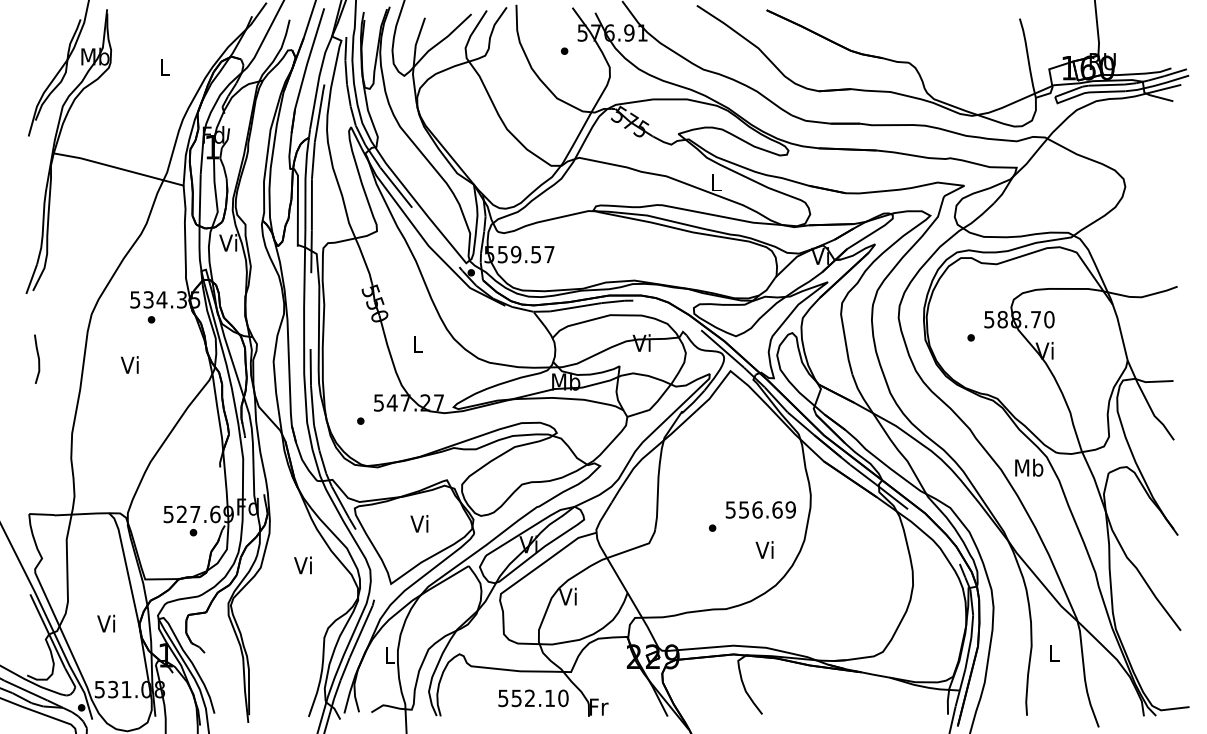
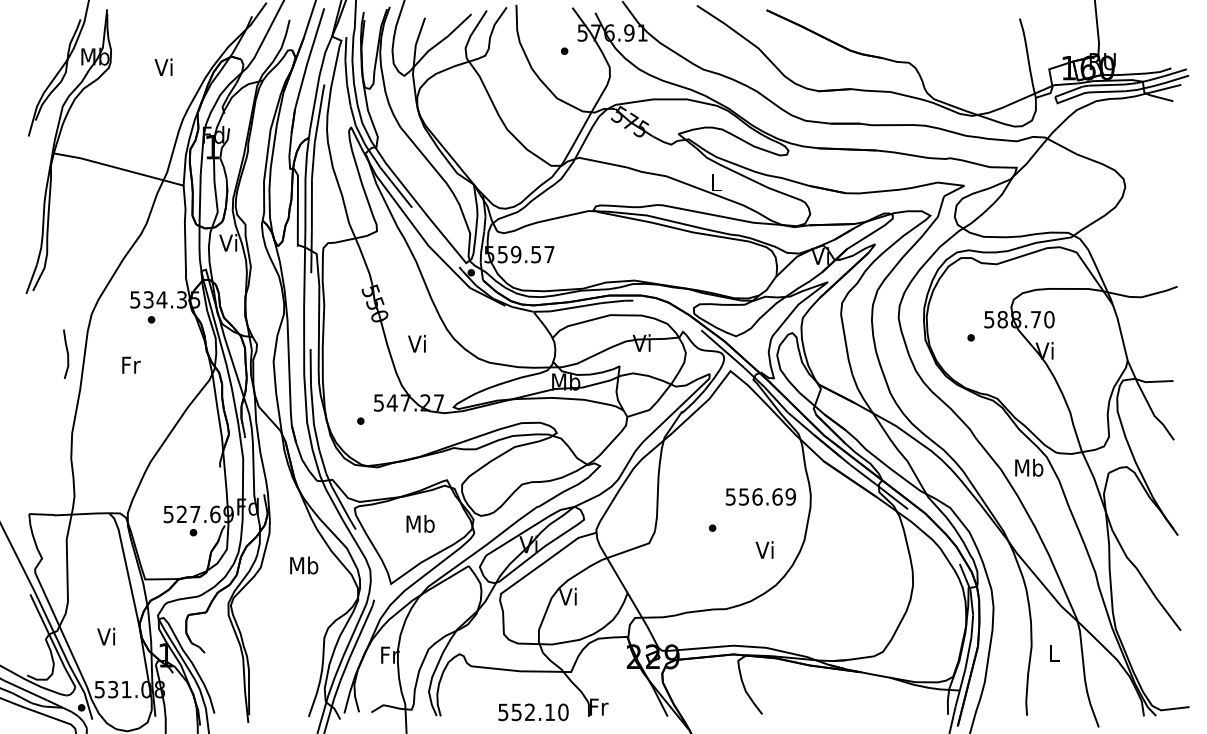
text at (163, 66): L -> Vi
text at (416, 343): L -> Vi
curve at (37, 357) position: (37, 357) -> (66, 352)
text at (130, 364): Vi -> Fr
text at (760, 509) position: (760, 509) -> (760, 496)
text at (420, 523): Vi -> Mb
text at (304, 565): Vi -> Mb
text at (105, 623) position: (105, 623) -> (105, 636)
text at (390, 654): L -> Fr
text at (533, 698) position: (533, 698) -> (533, 712)
